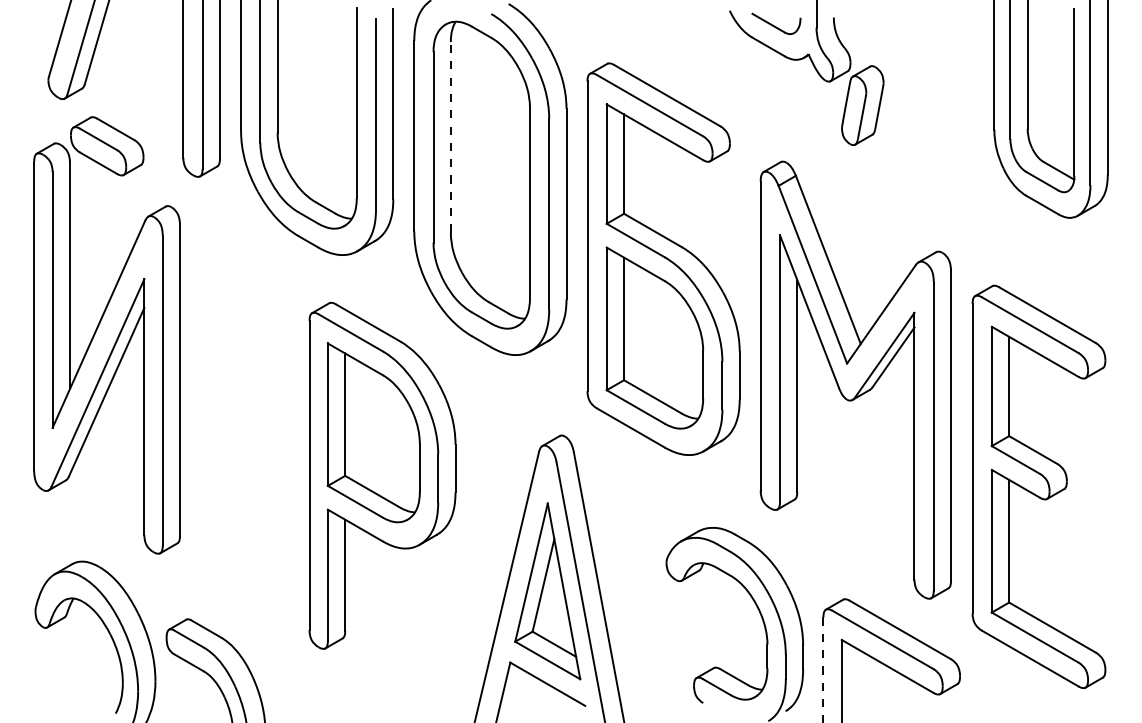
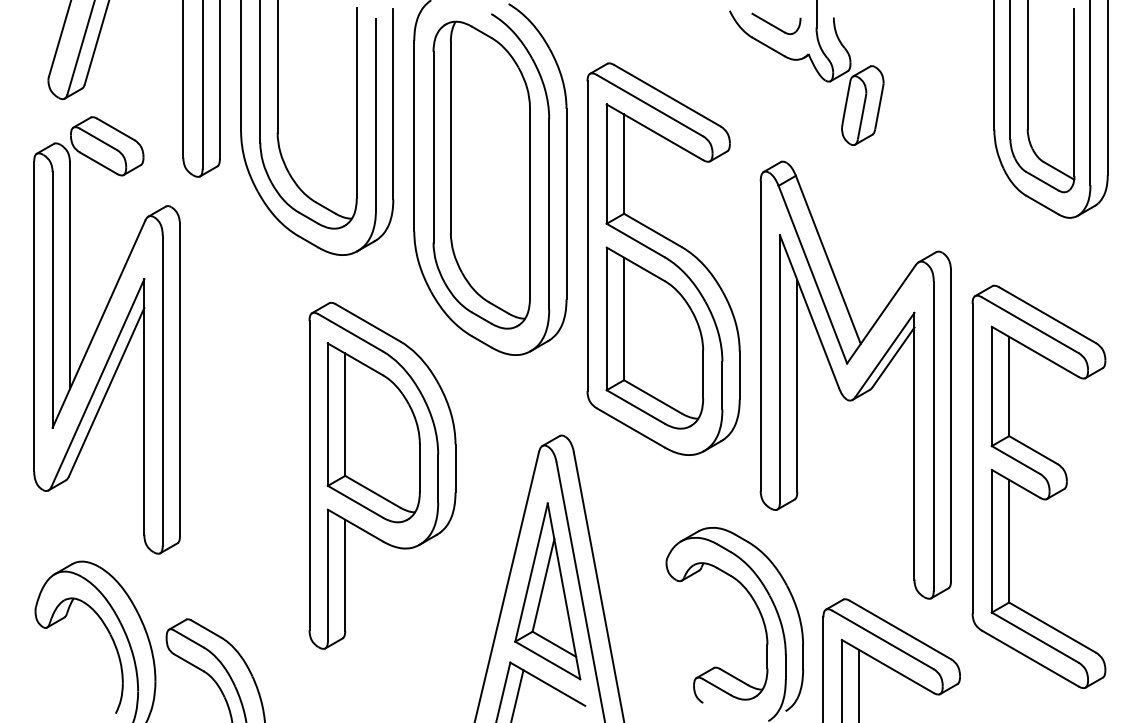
line at (450, 136): dashed -> solid
line at (823, 670): dashed -> solid
line at (859, 684): none -> present
line at (517, 694): none -> present
